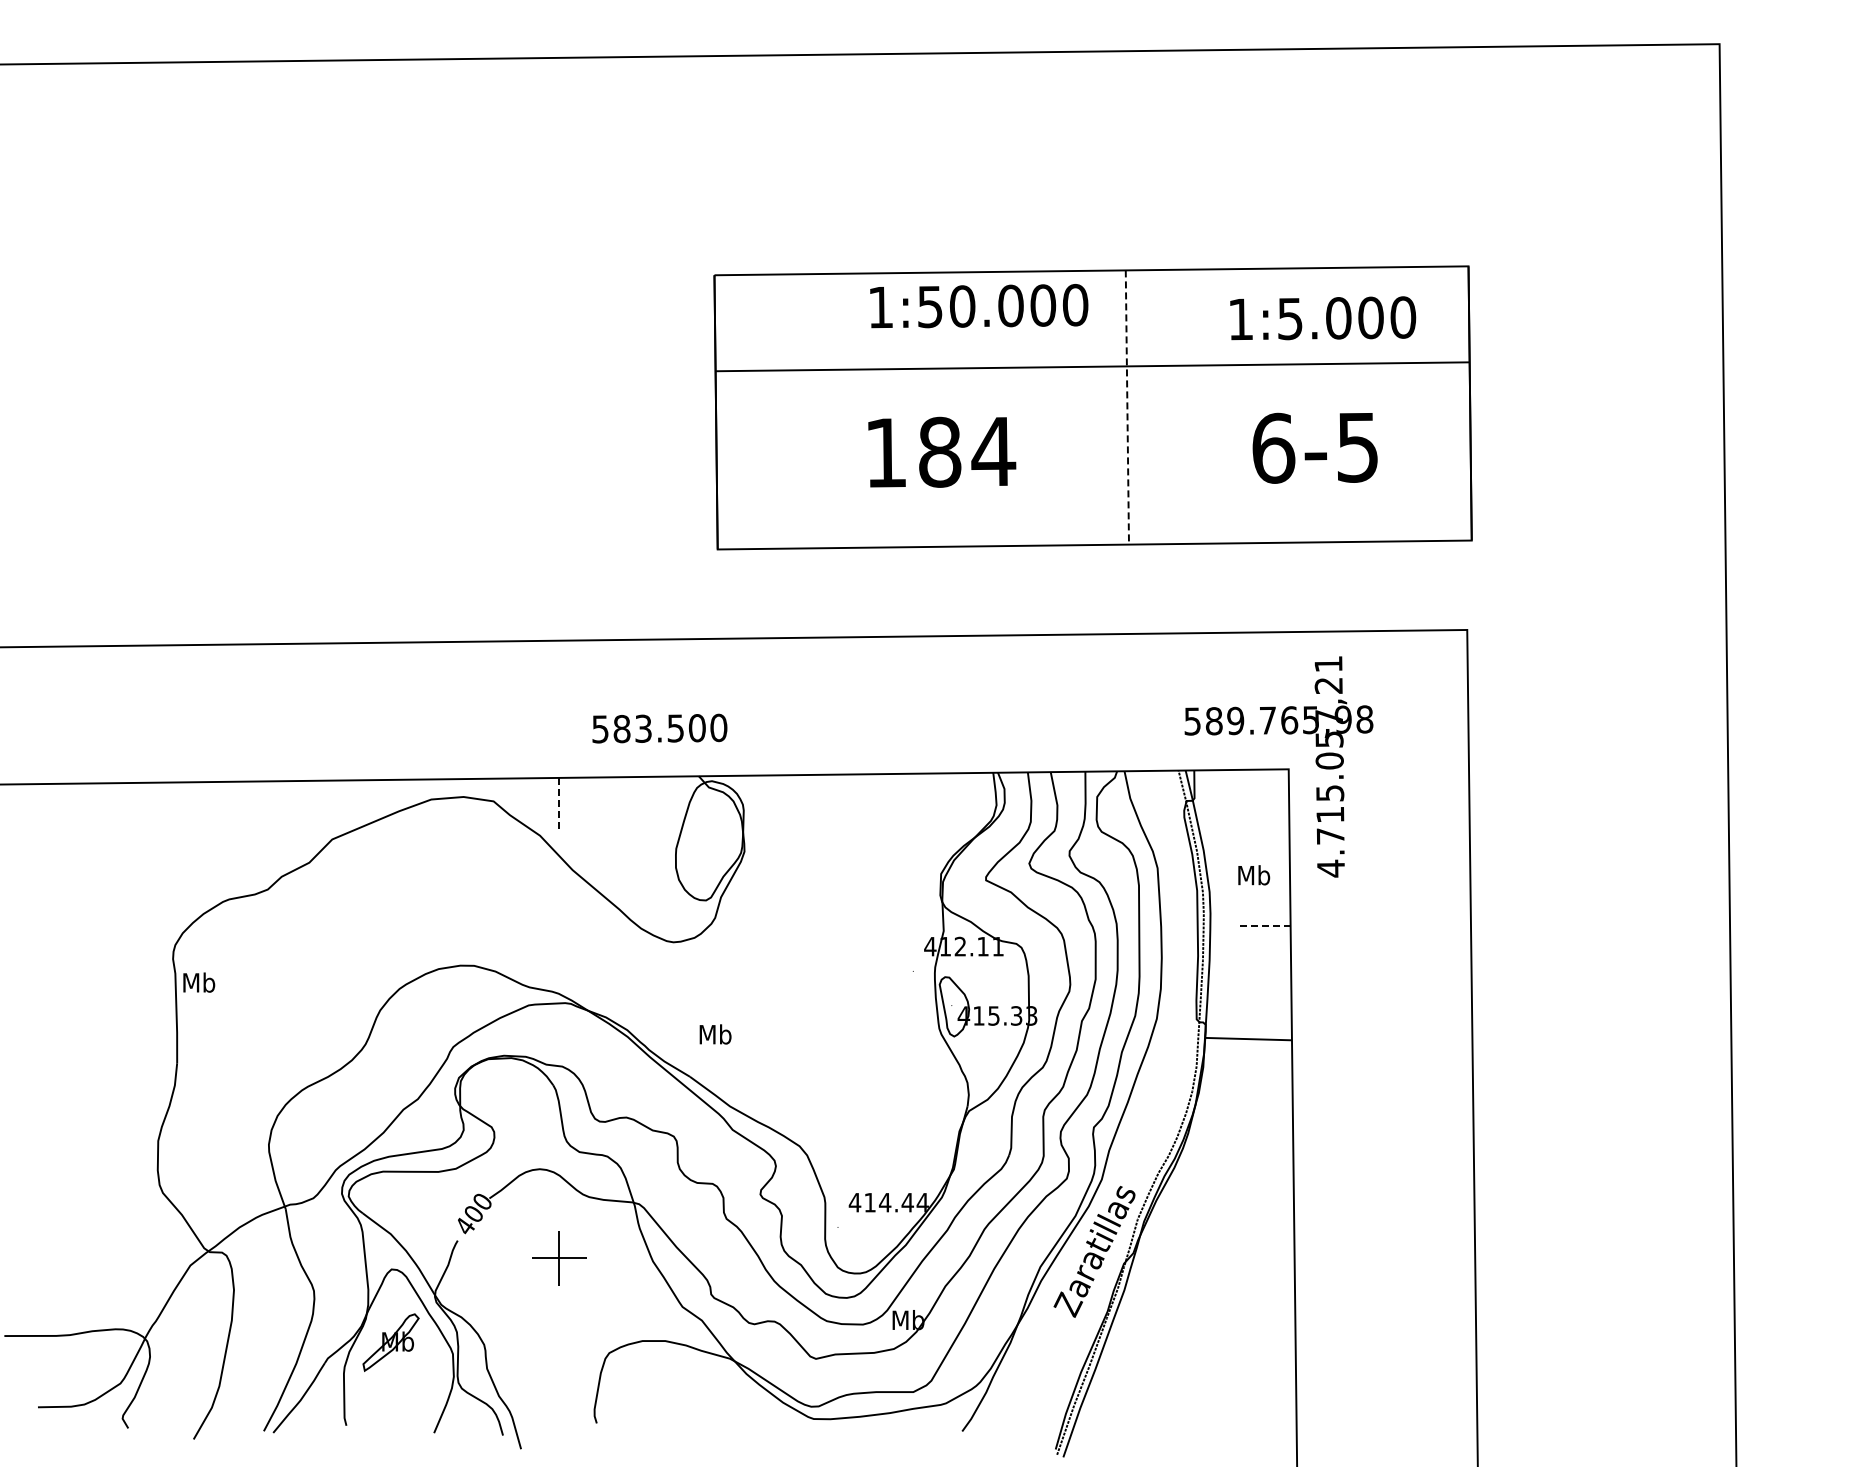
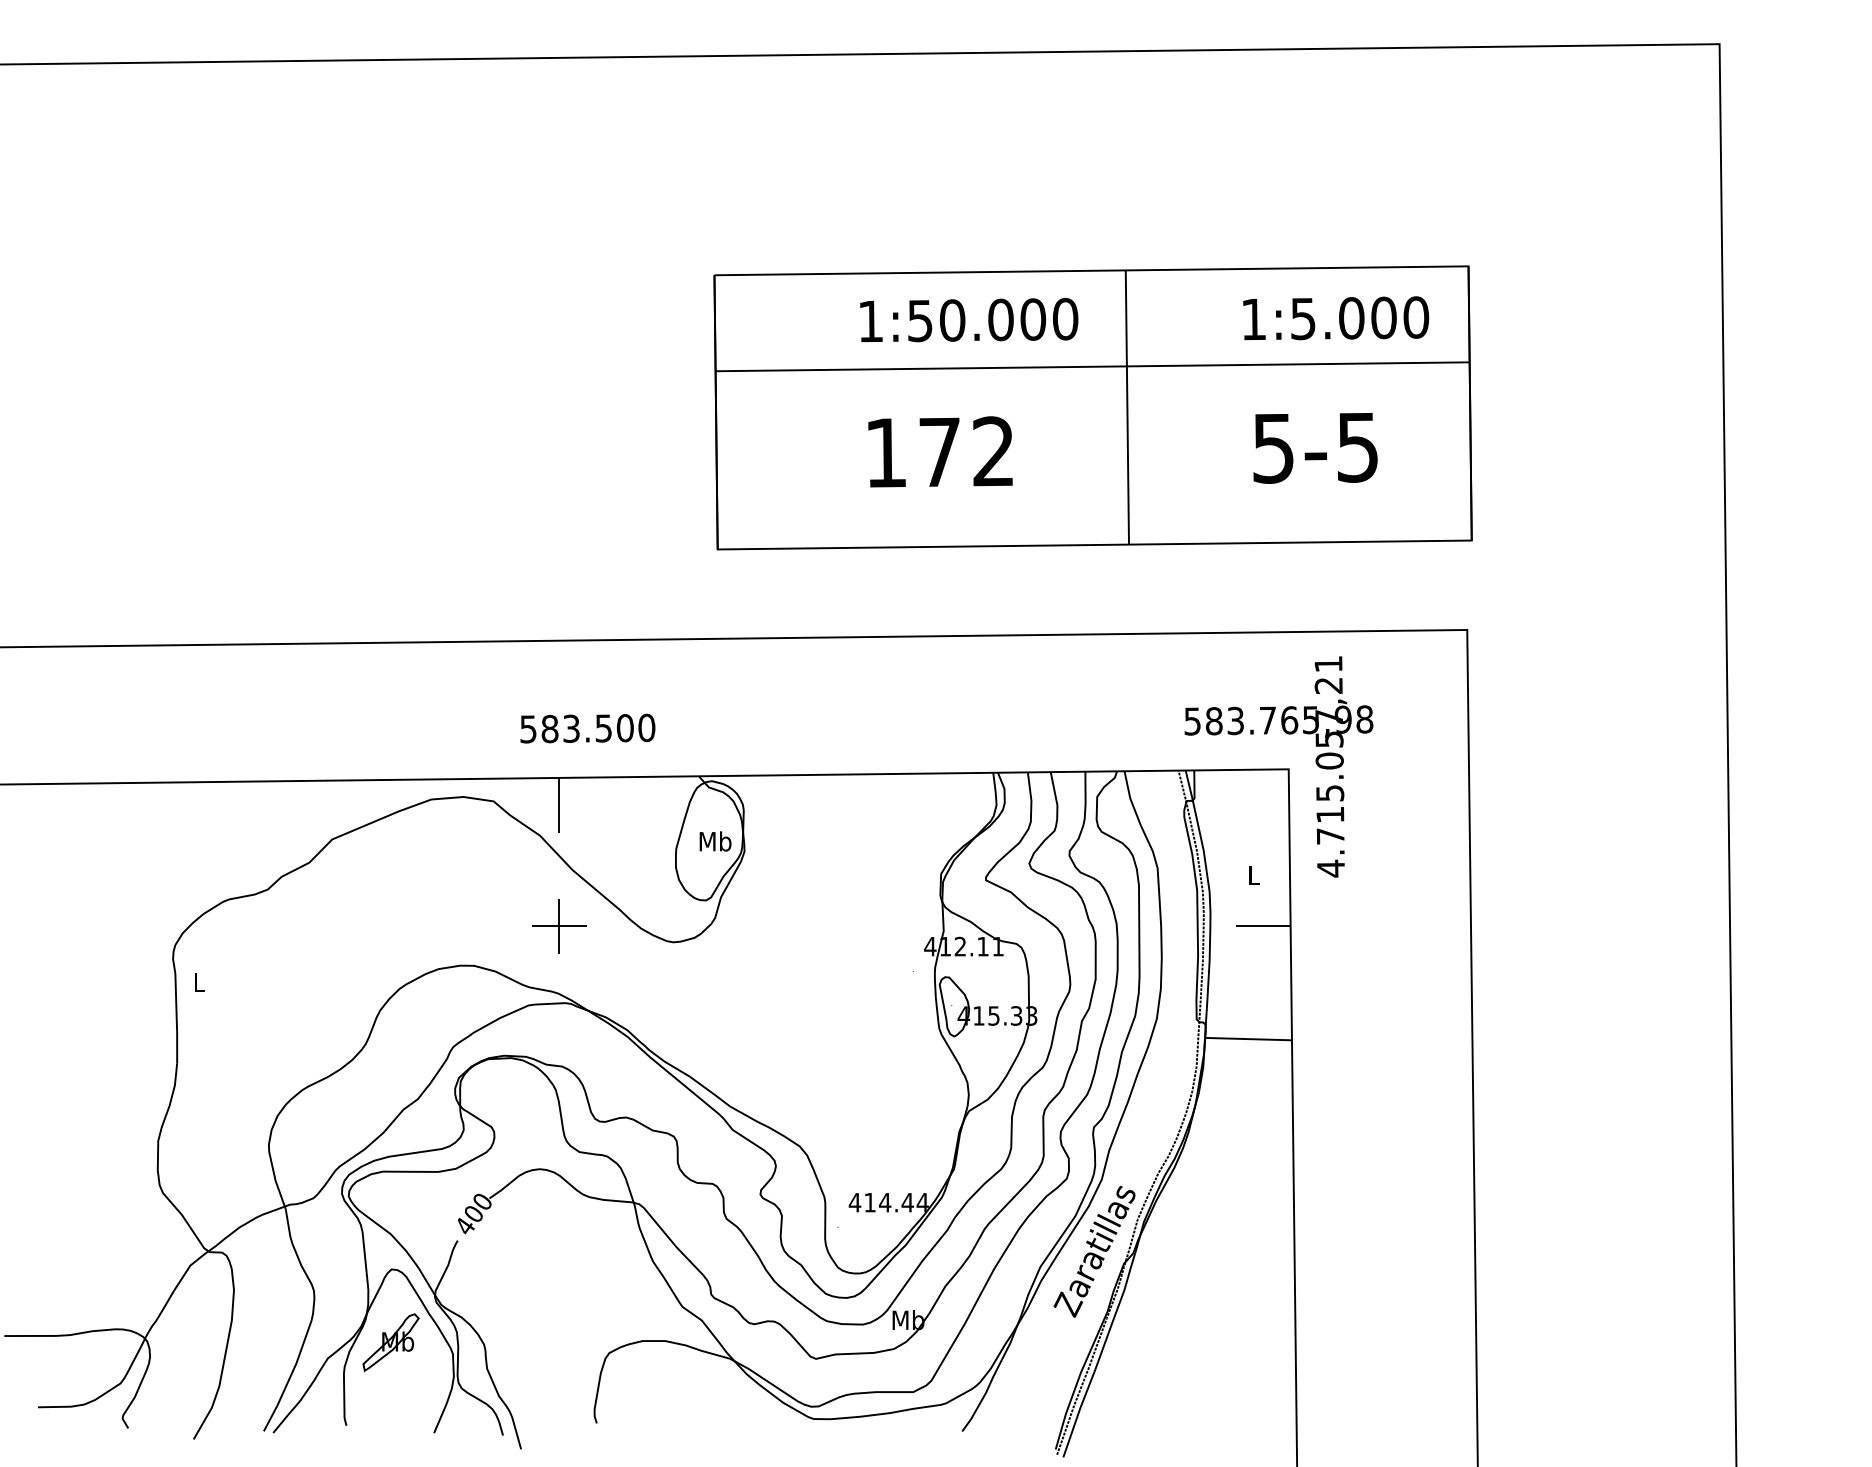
text at (979, 306) position: (979, 306) -> (969, 320)
text at (1323, 318) position: (1323, 318) -> (1336, 318)
line at (1127, 408): dashed -> solid
text at (1273, 447): 6-5 -> 5-5
text at (967, 451): 184 -> 172
text at (1235, 720): 589.765,98 -> 583.765,98
text at (659, 728) position: (659, 728) -> (587, 728)
line at (559, 805): dashed -> solid
text at (1254, 875): Mb -> L
line at (1262, 926): dashed -> solid
text at (199, 982): Mb -> L
text at (715, 1034) position: (715, 1034) -> (715, 841)
part at (559, 1258) position: (559, 1258) -> (559, 926)
